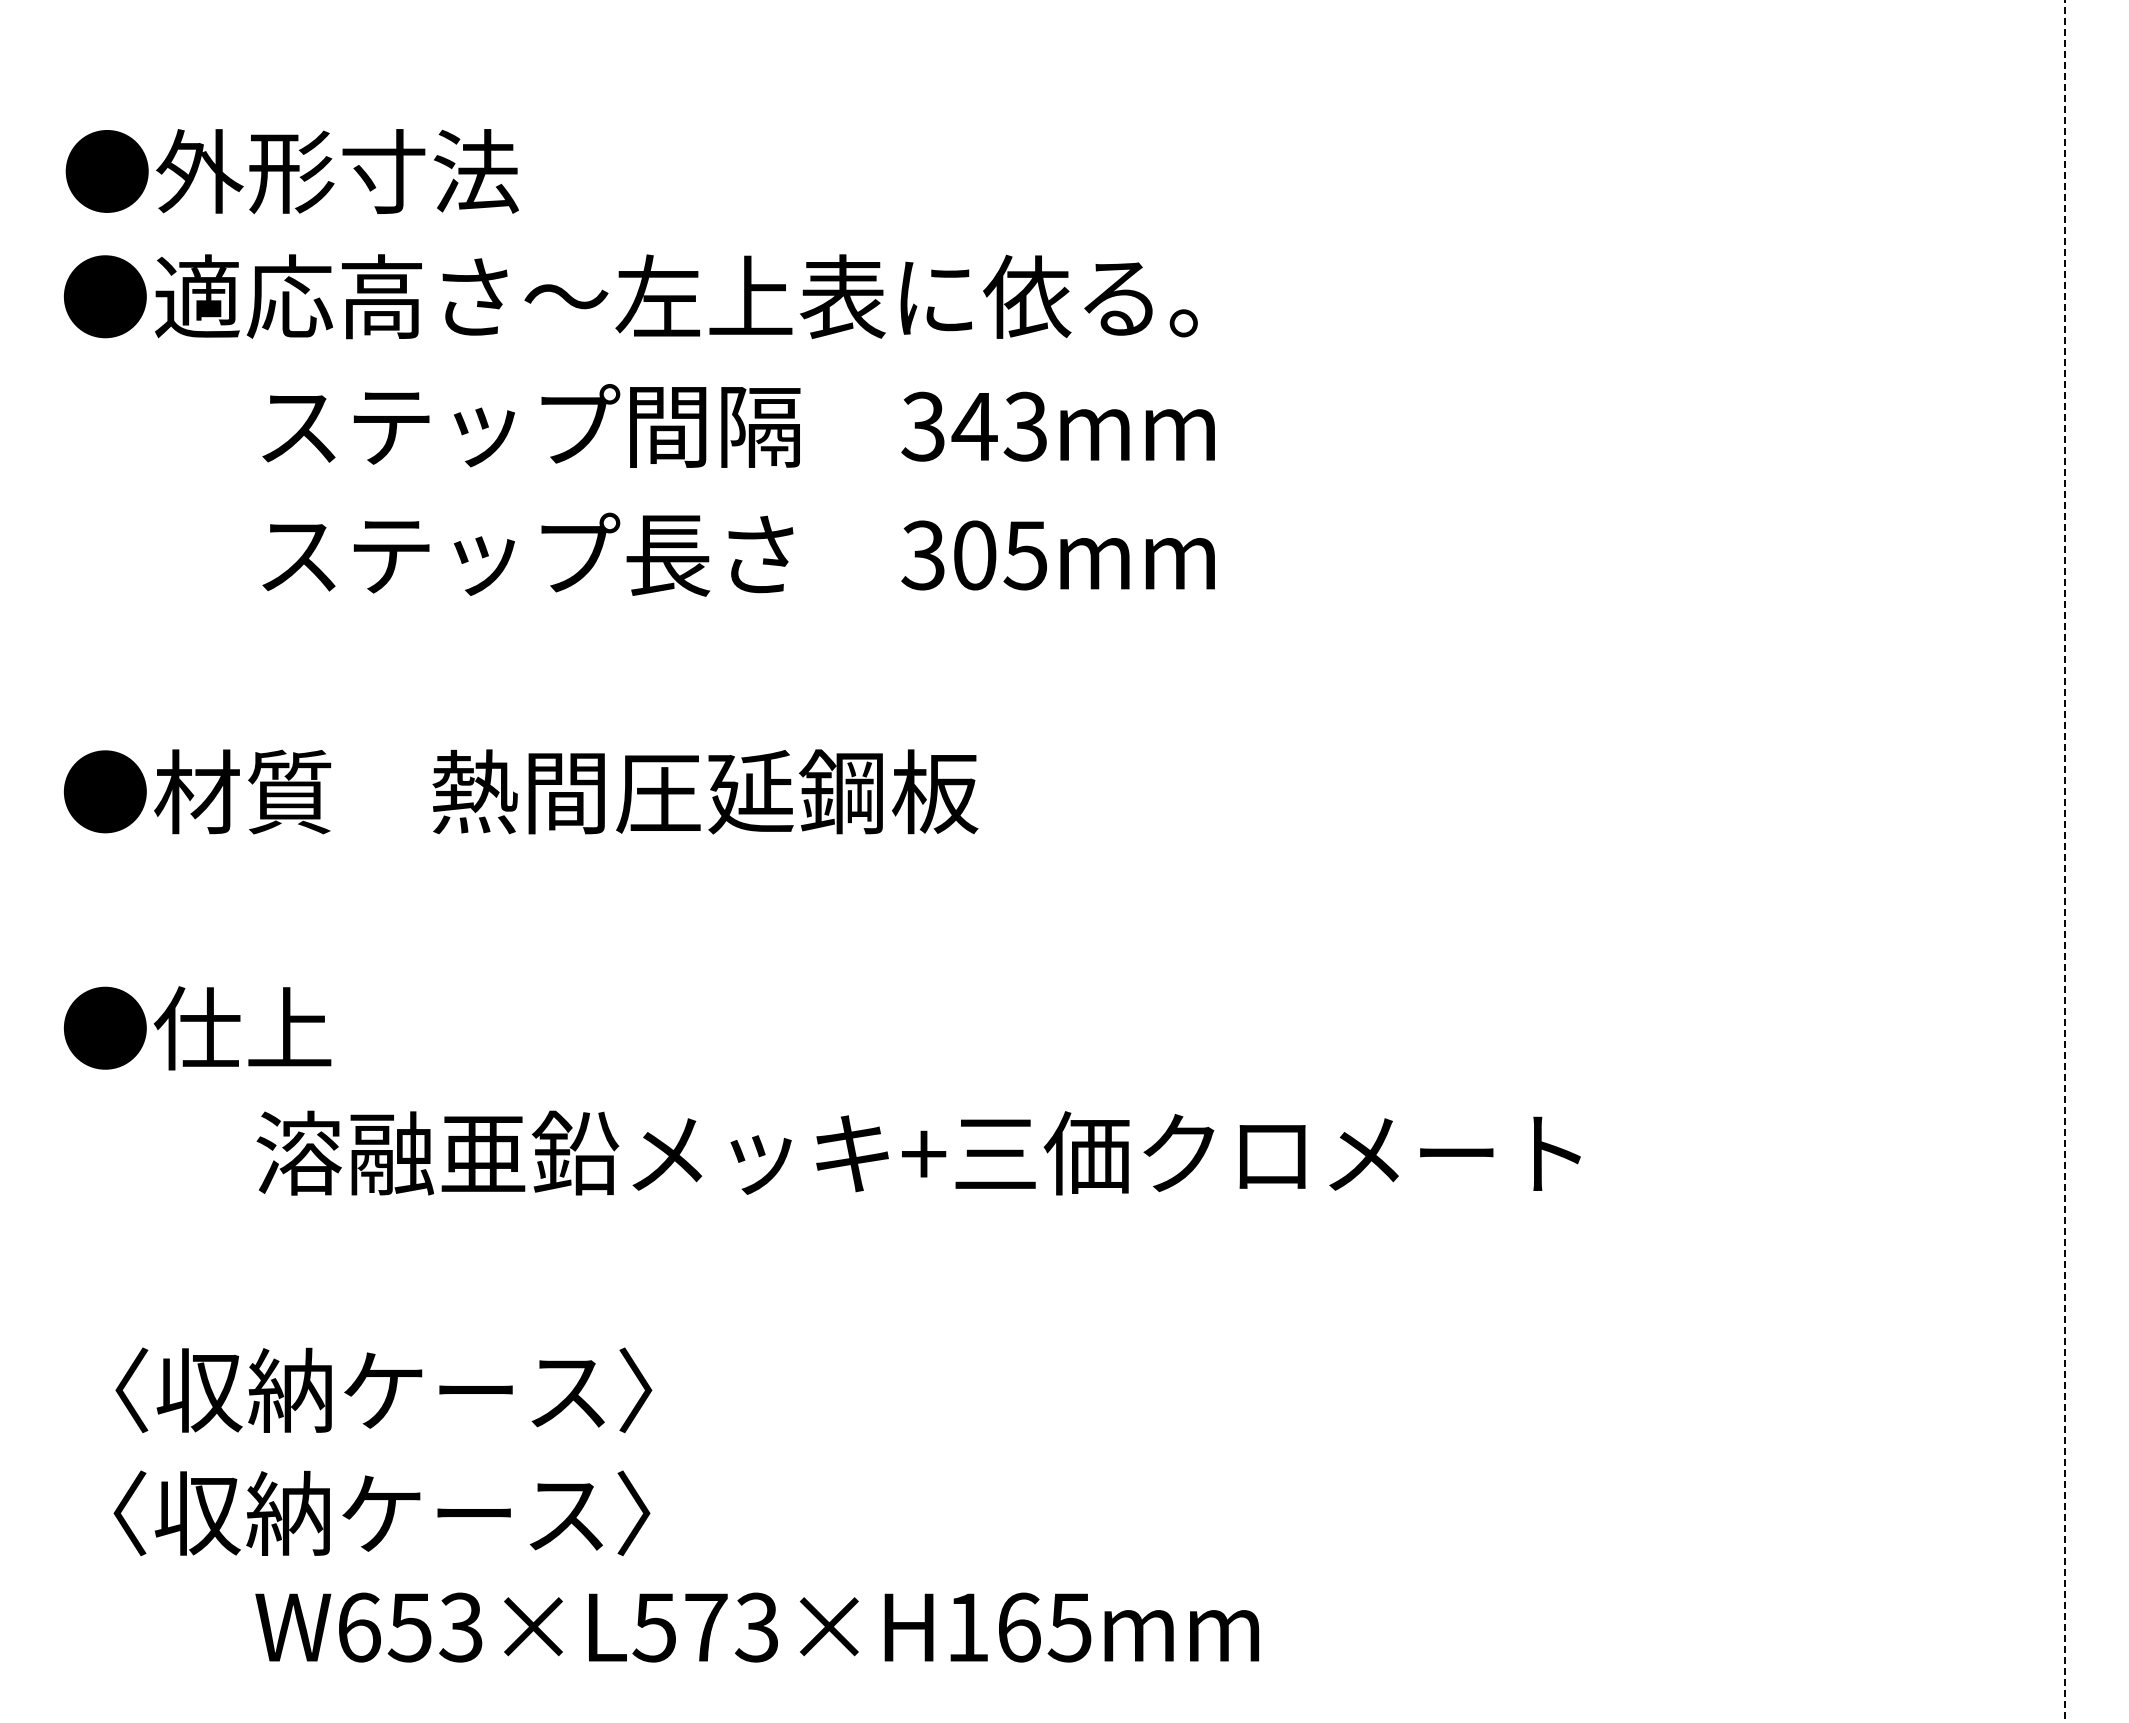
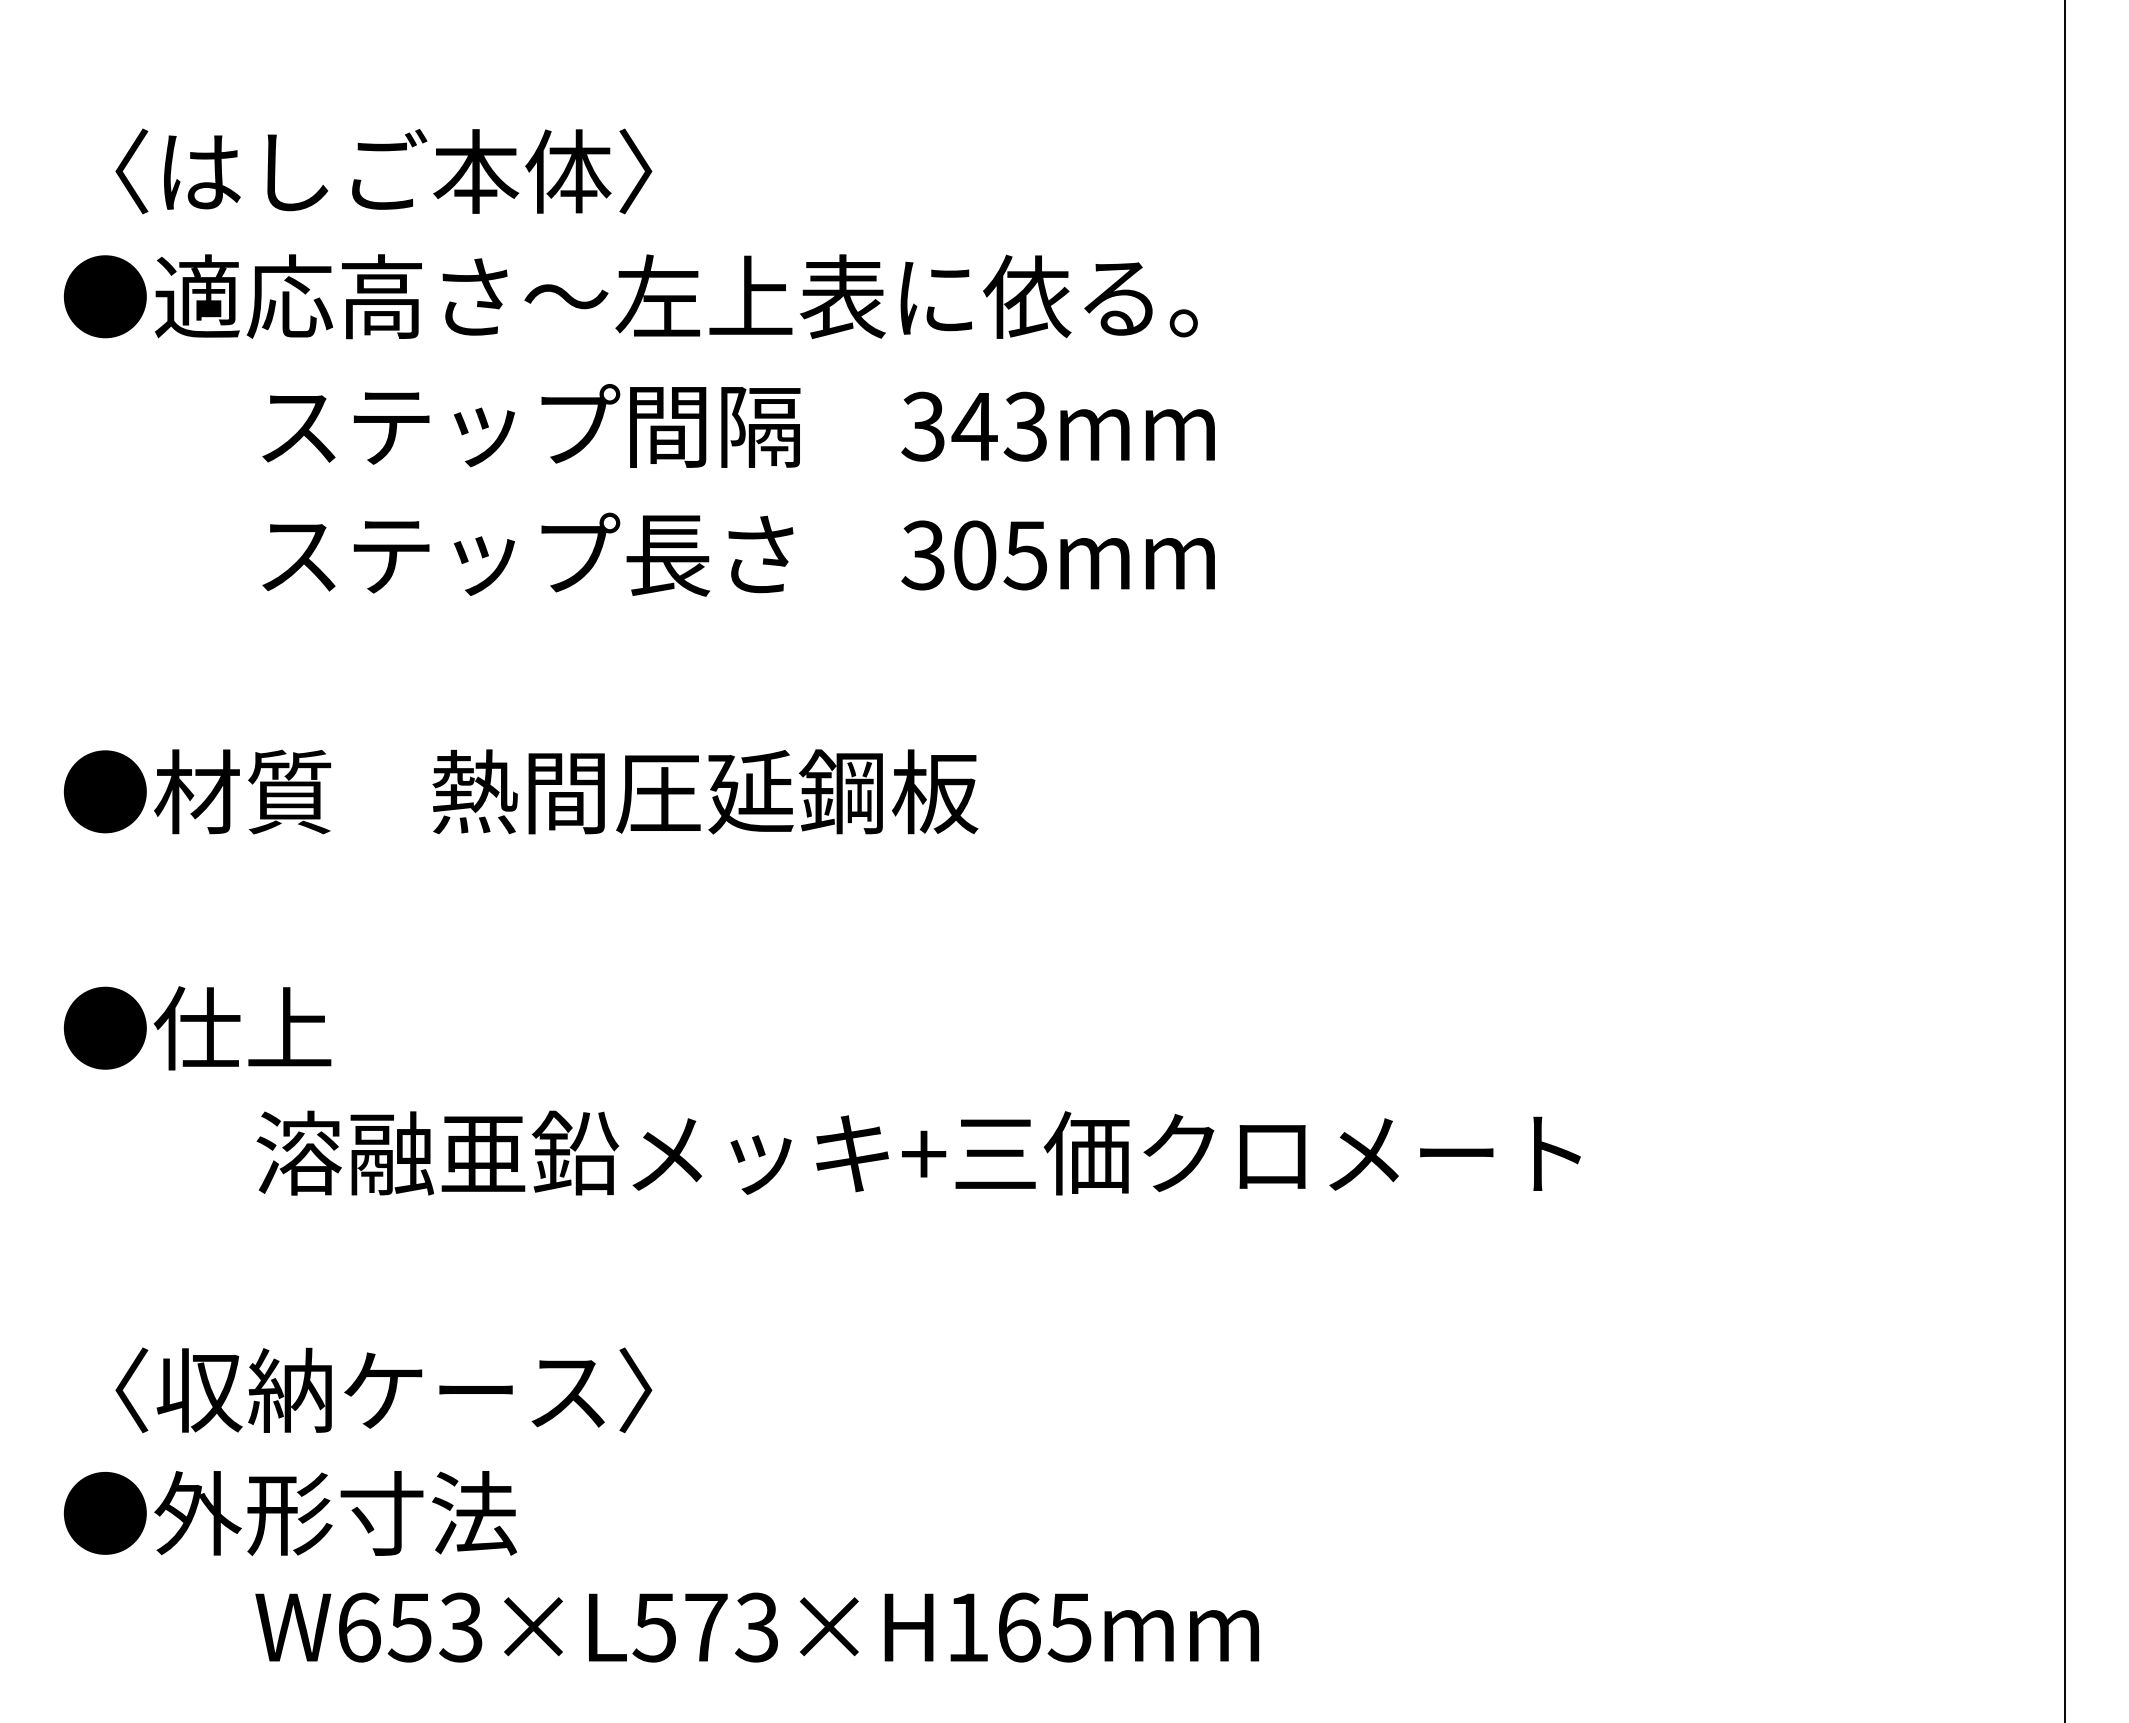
text at (358, 171): ●外形寸法 -> 〈はしご本体〉
line at (2065, 861): dashed -> solid
text at (356, 1513): 〈収納ケース〉 -> ●外形寸法
